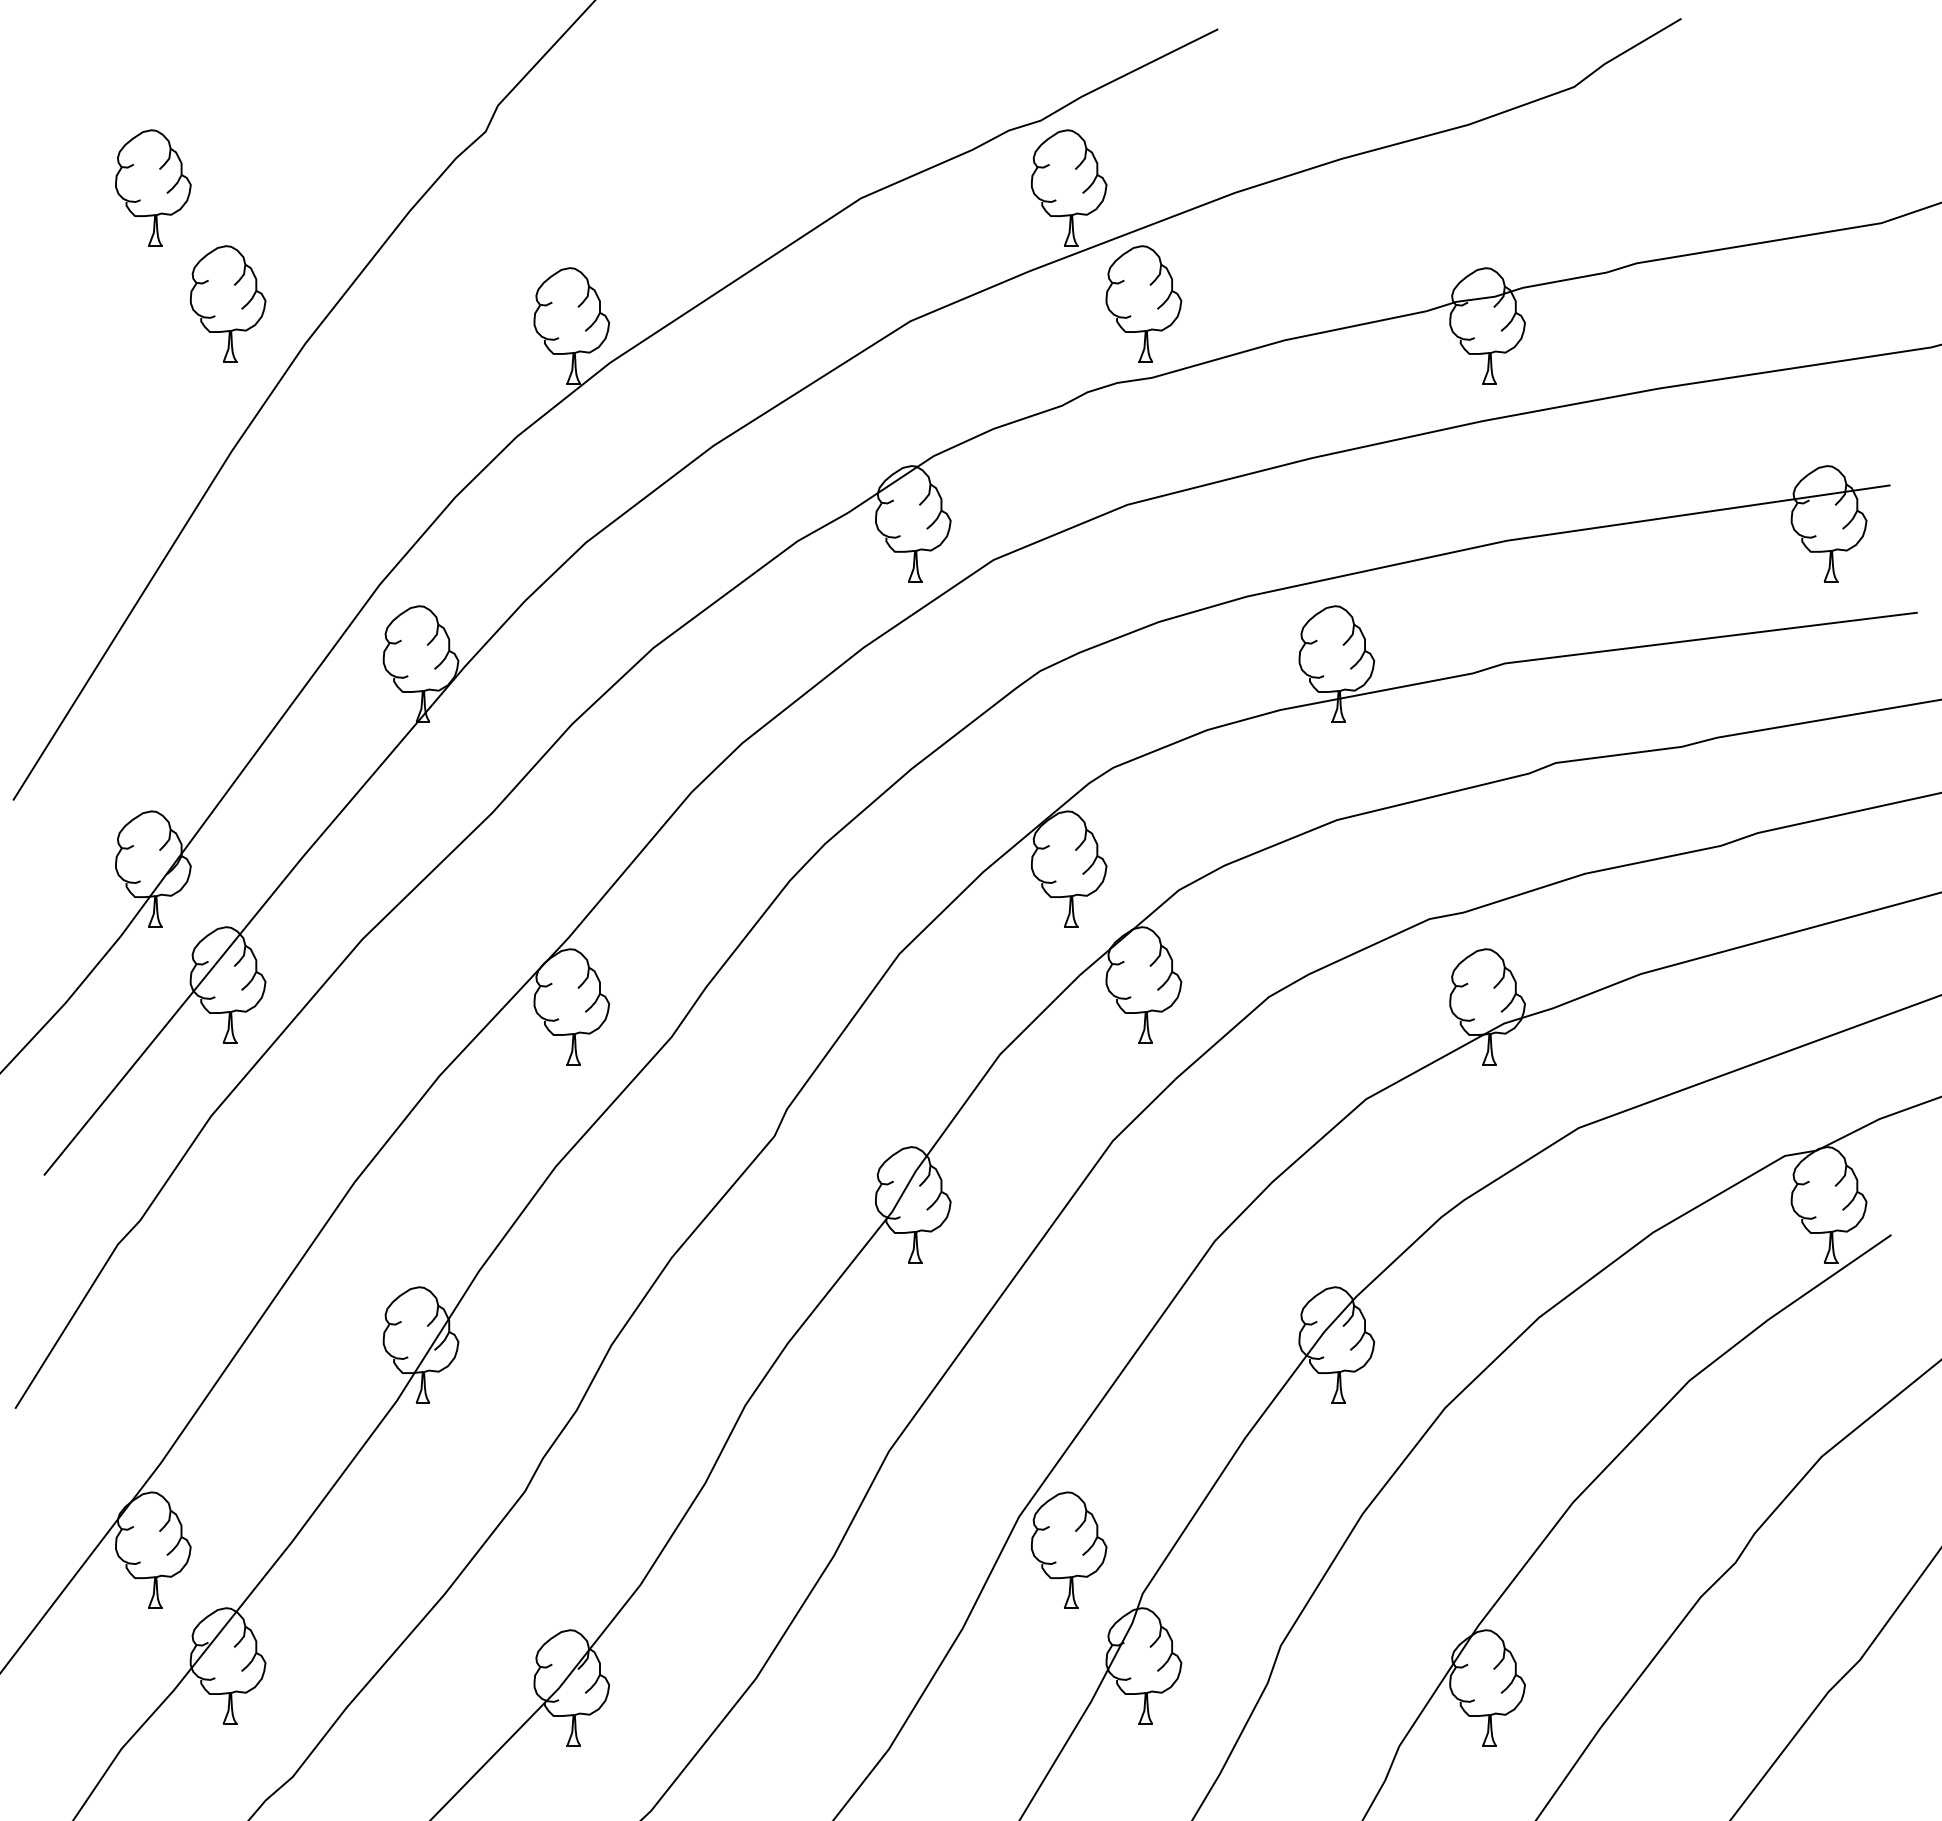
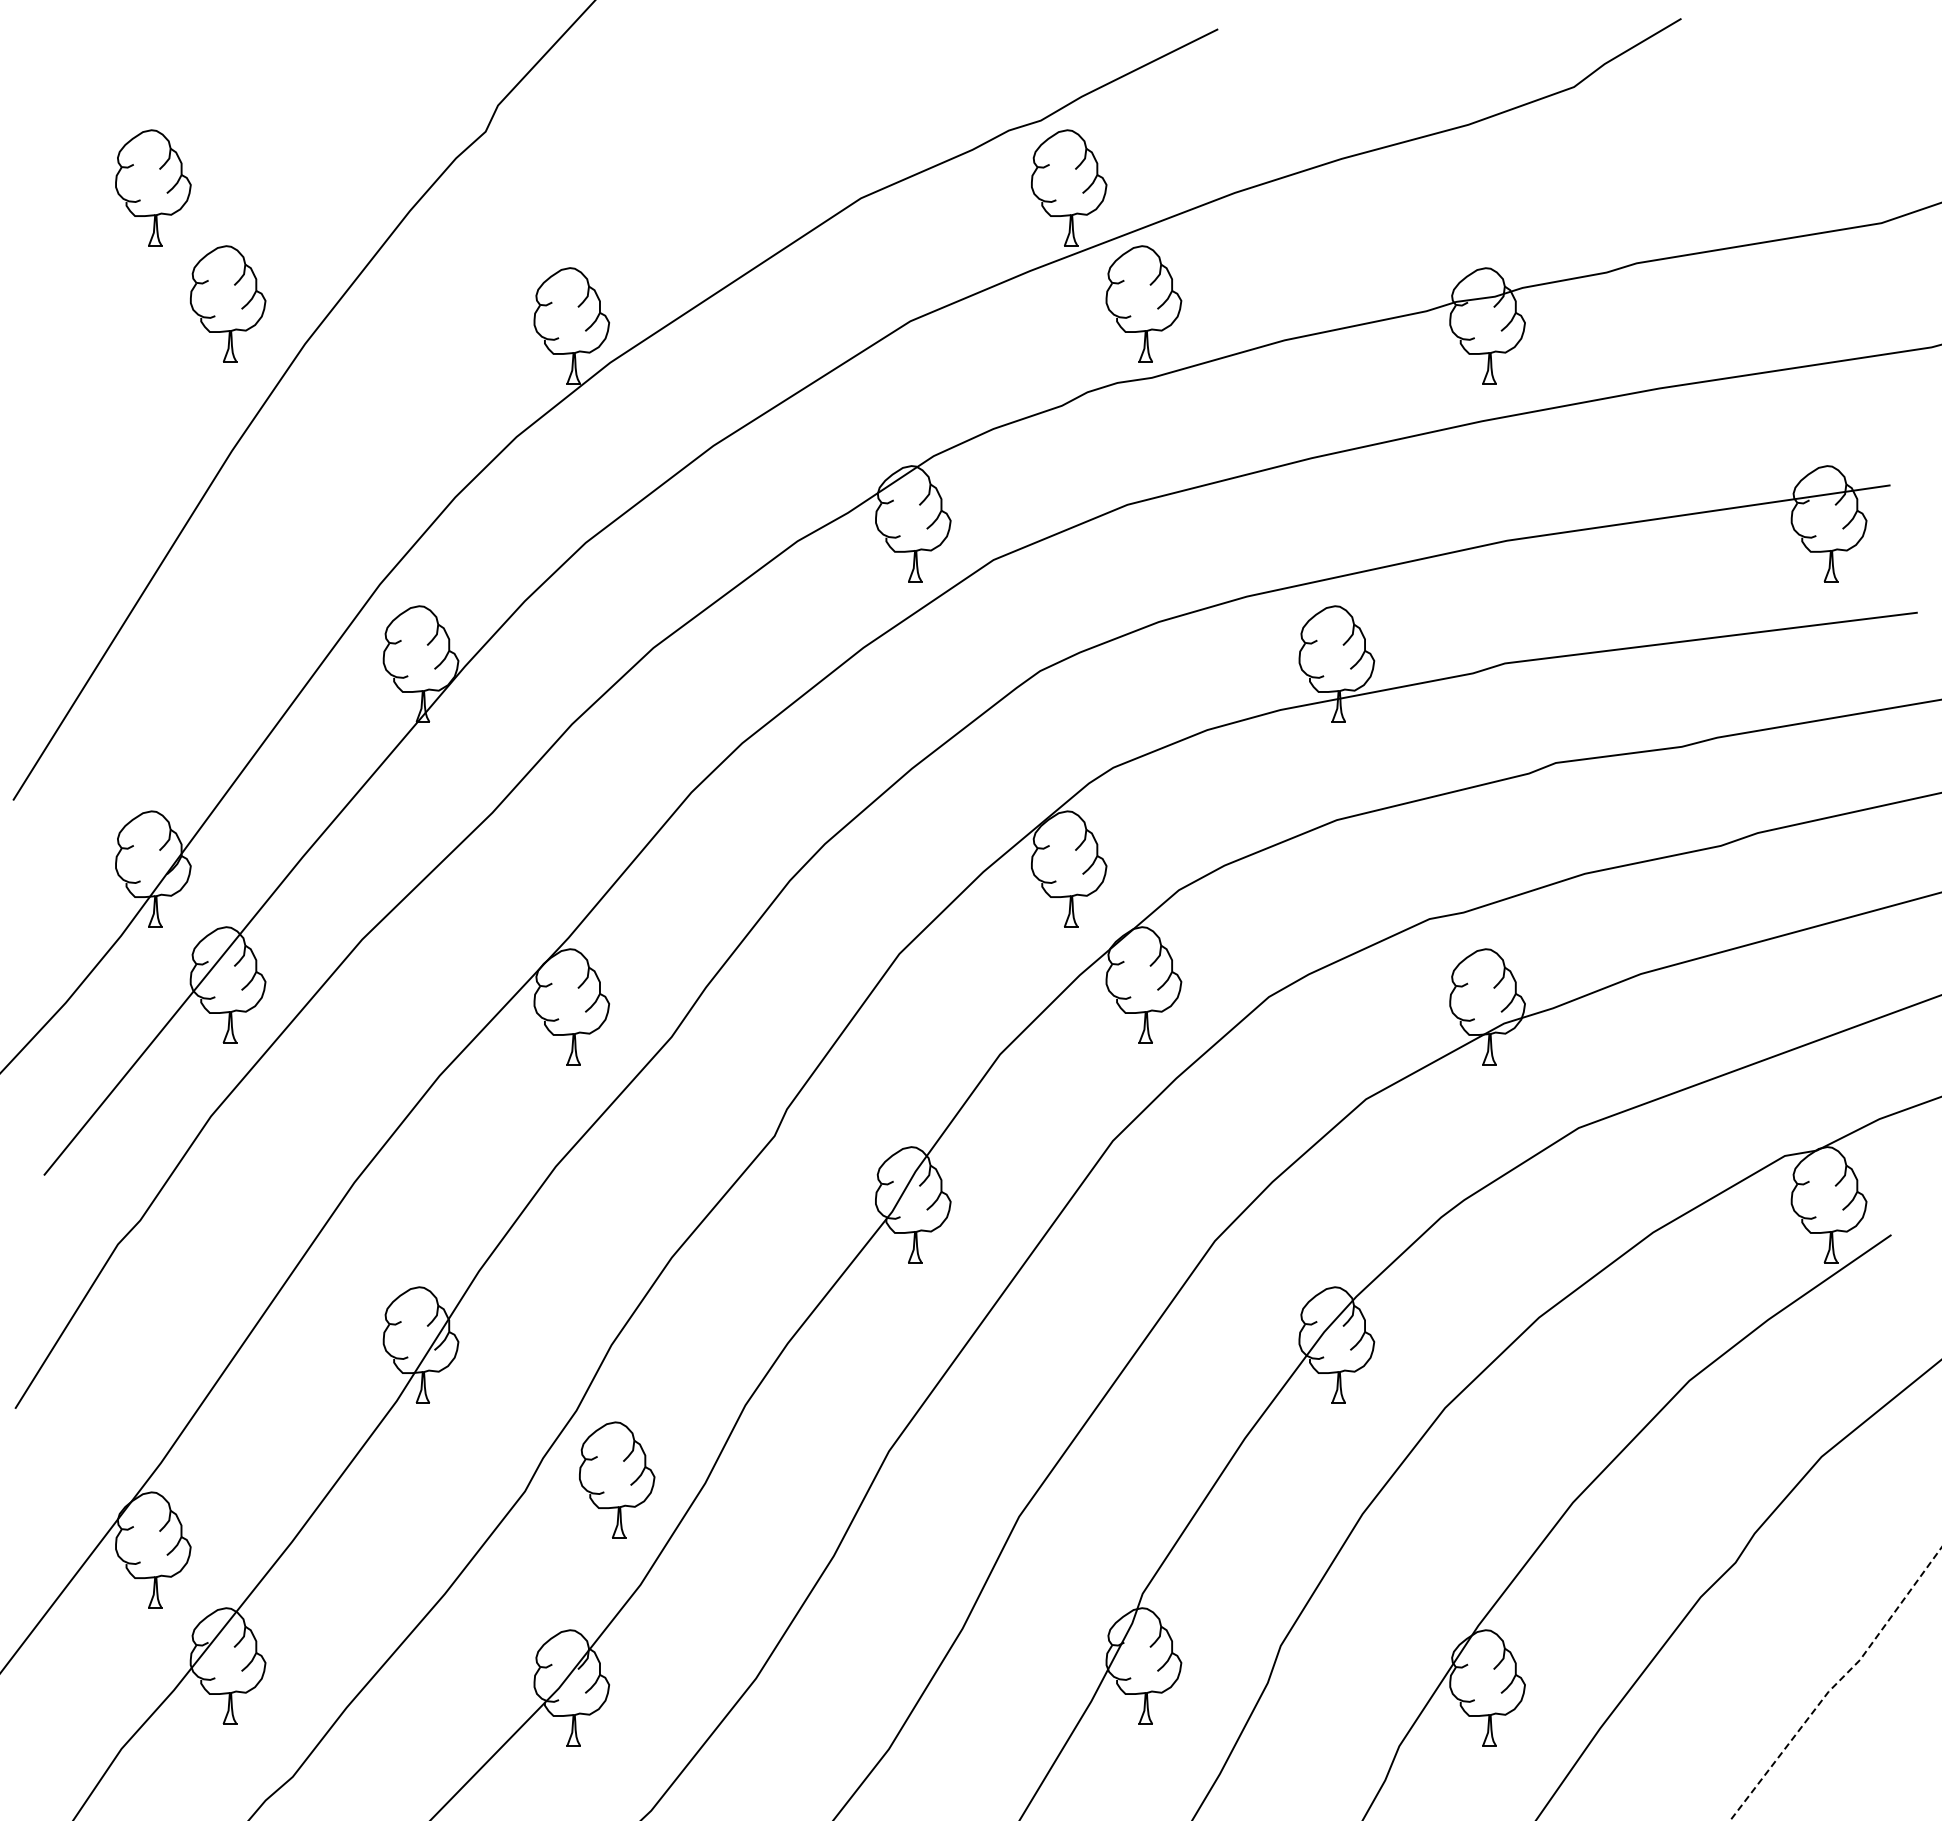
part at (1069, 1549) position: (1069, 1549) -> (617, 1479)
line at (1836, 1684): solid -> dashed
